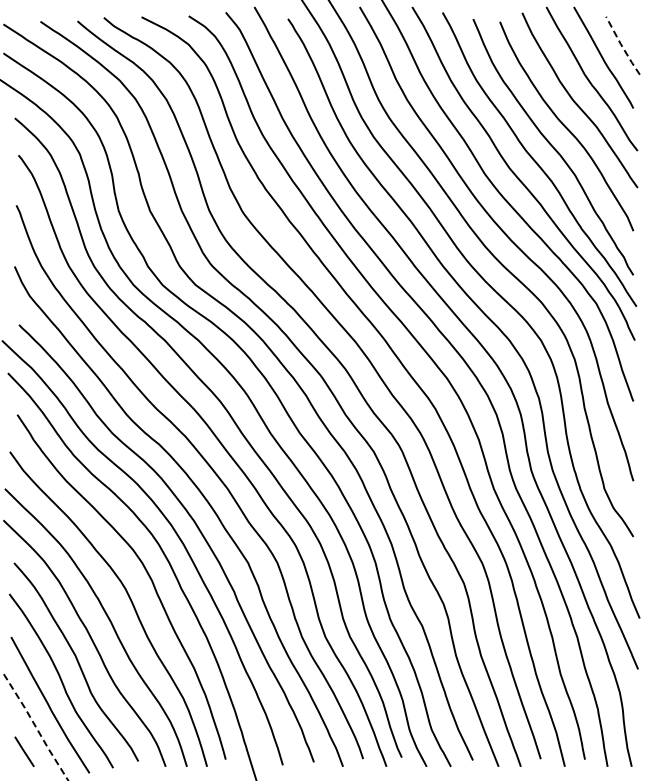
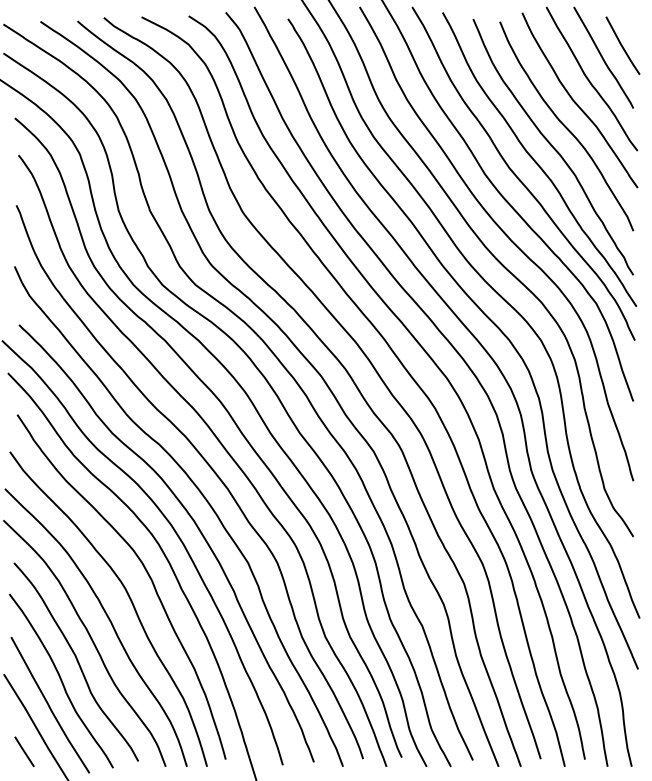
line at (622, 46): dashed -> solid
line at (35, 726): dashed -> solid
